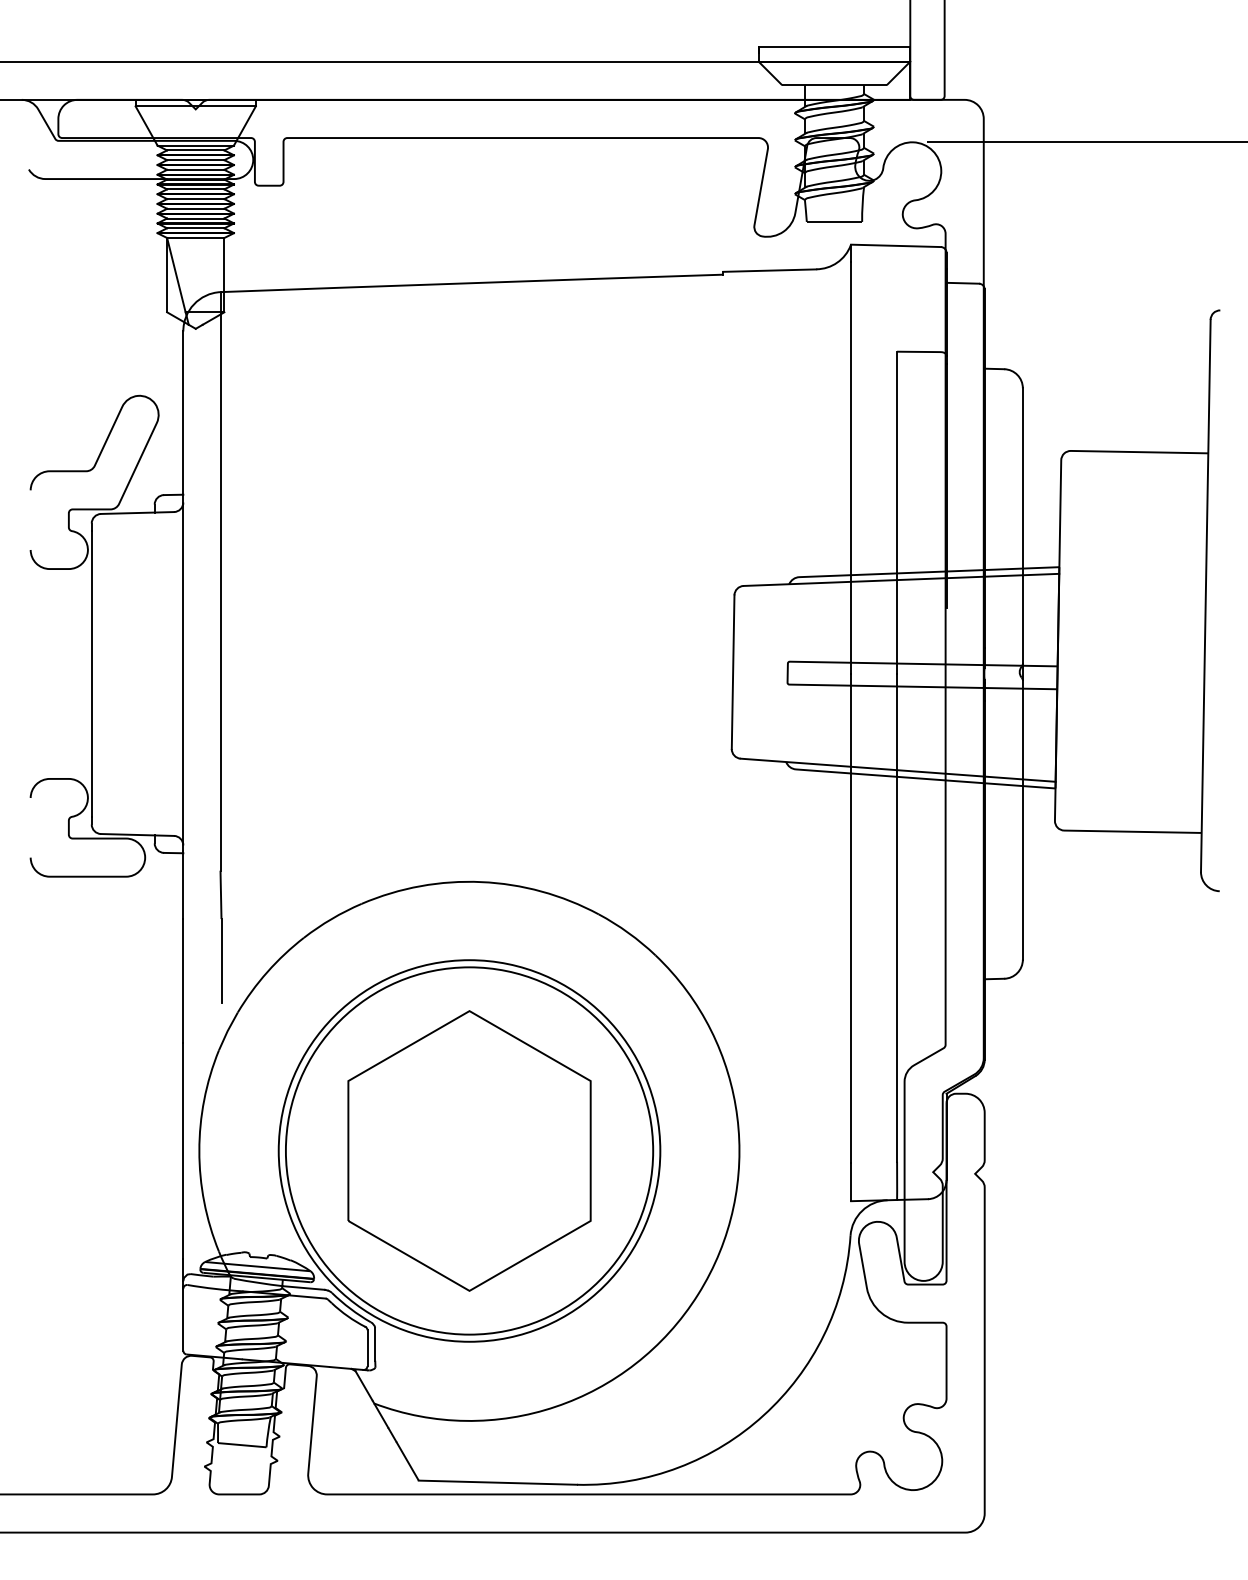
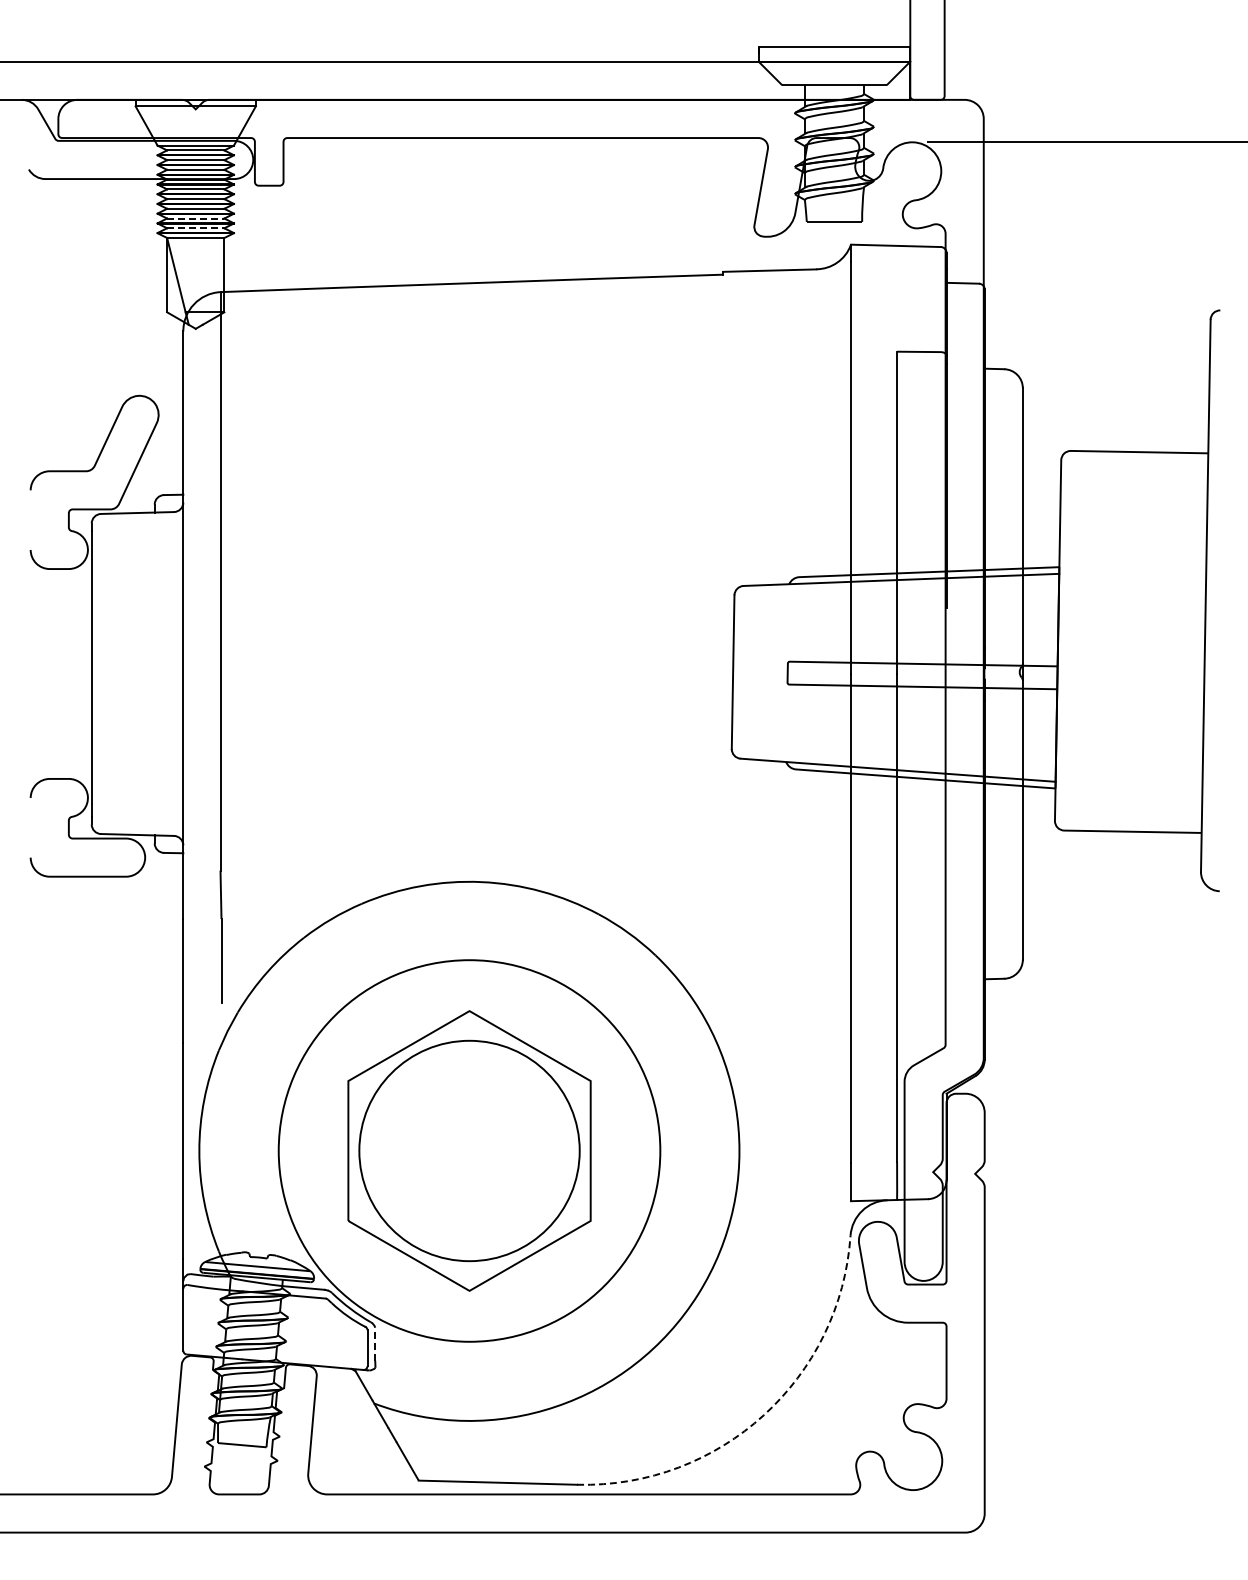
line at (195, 218): solid -> dashed
line at (195, 228): solid -> dashed
circle at (469, 1150) diameter: 367 px -> 220 px
line at (375, 1343): solid -> dashed
arc at (763, 1415): solid -> dashed
